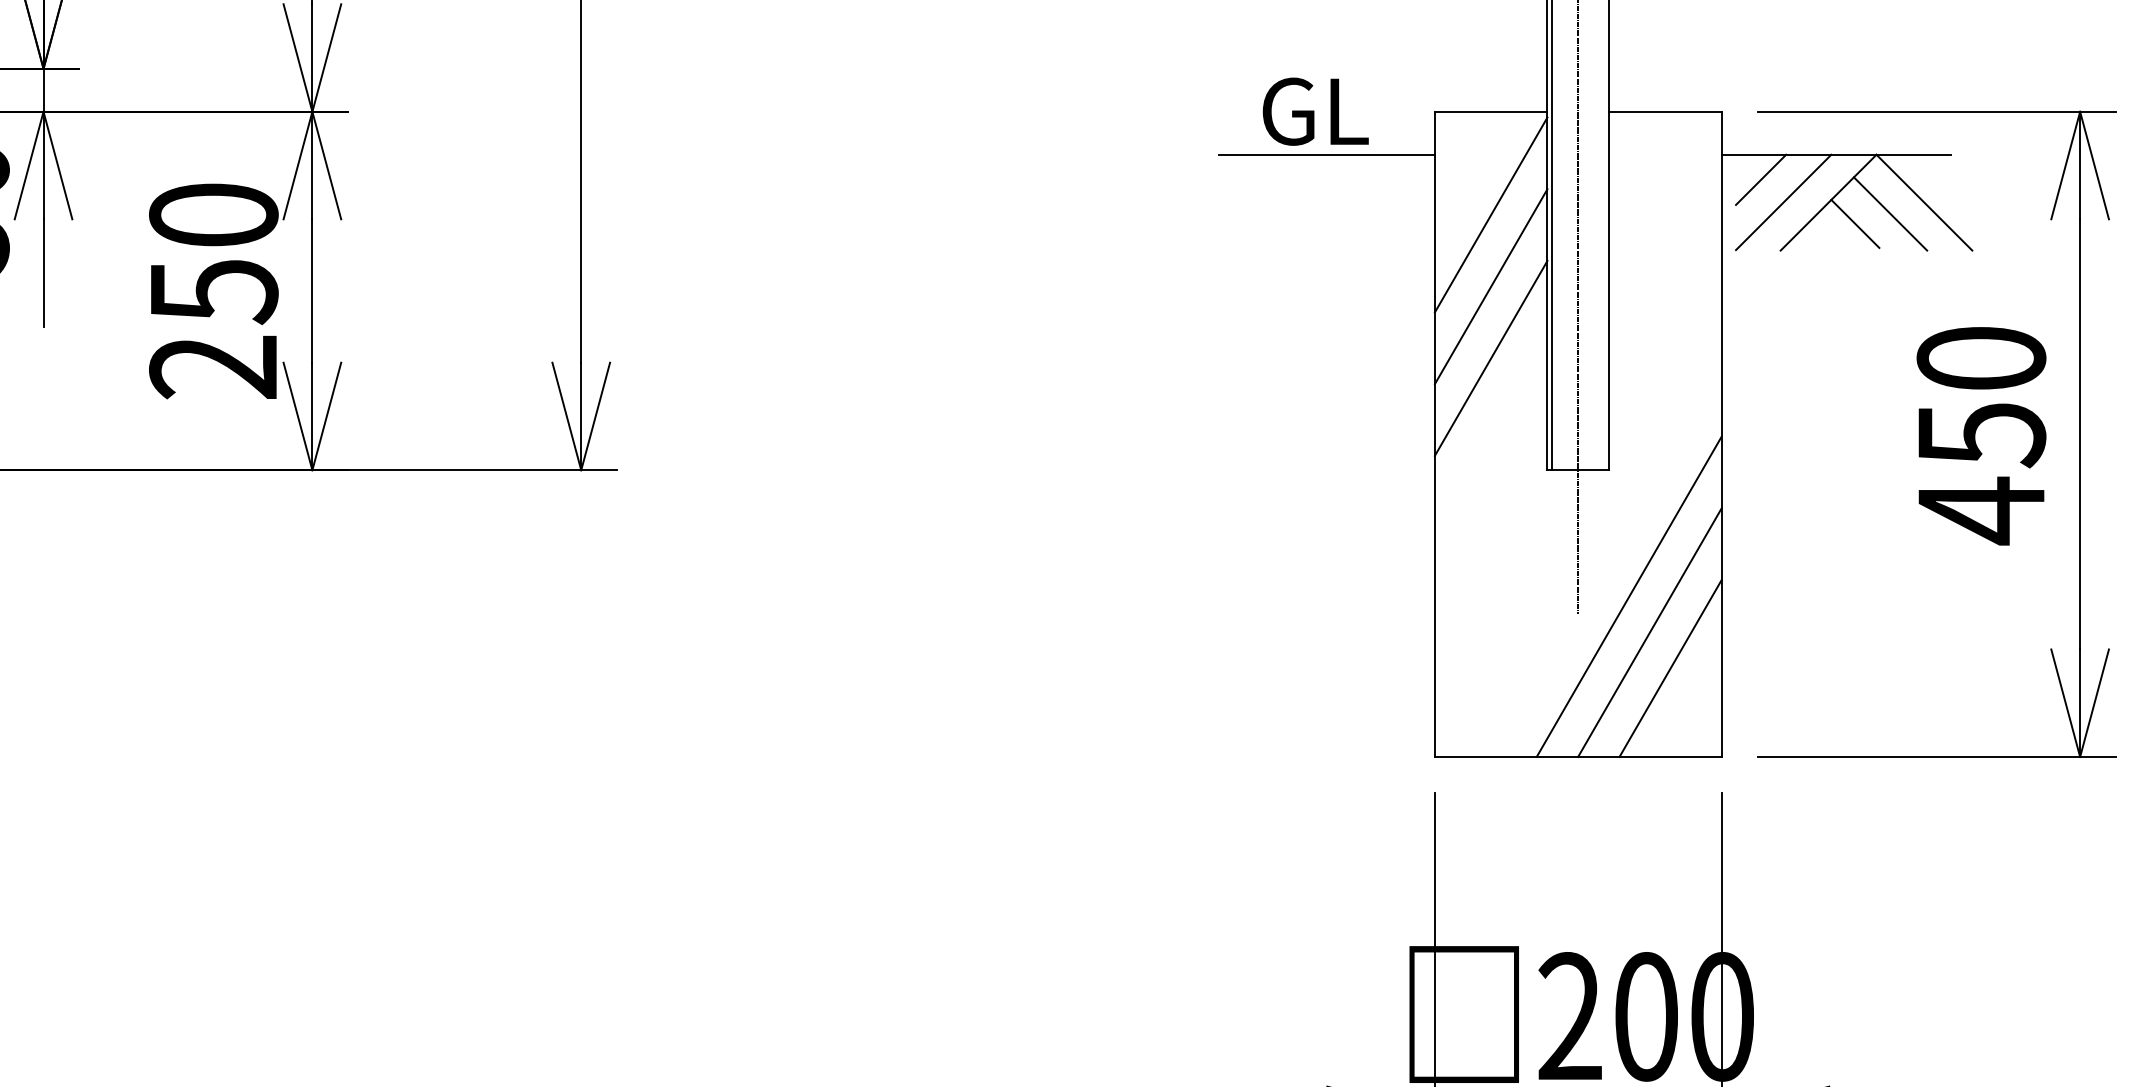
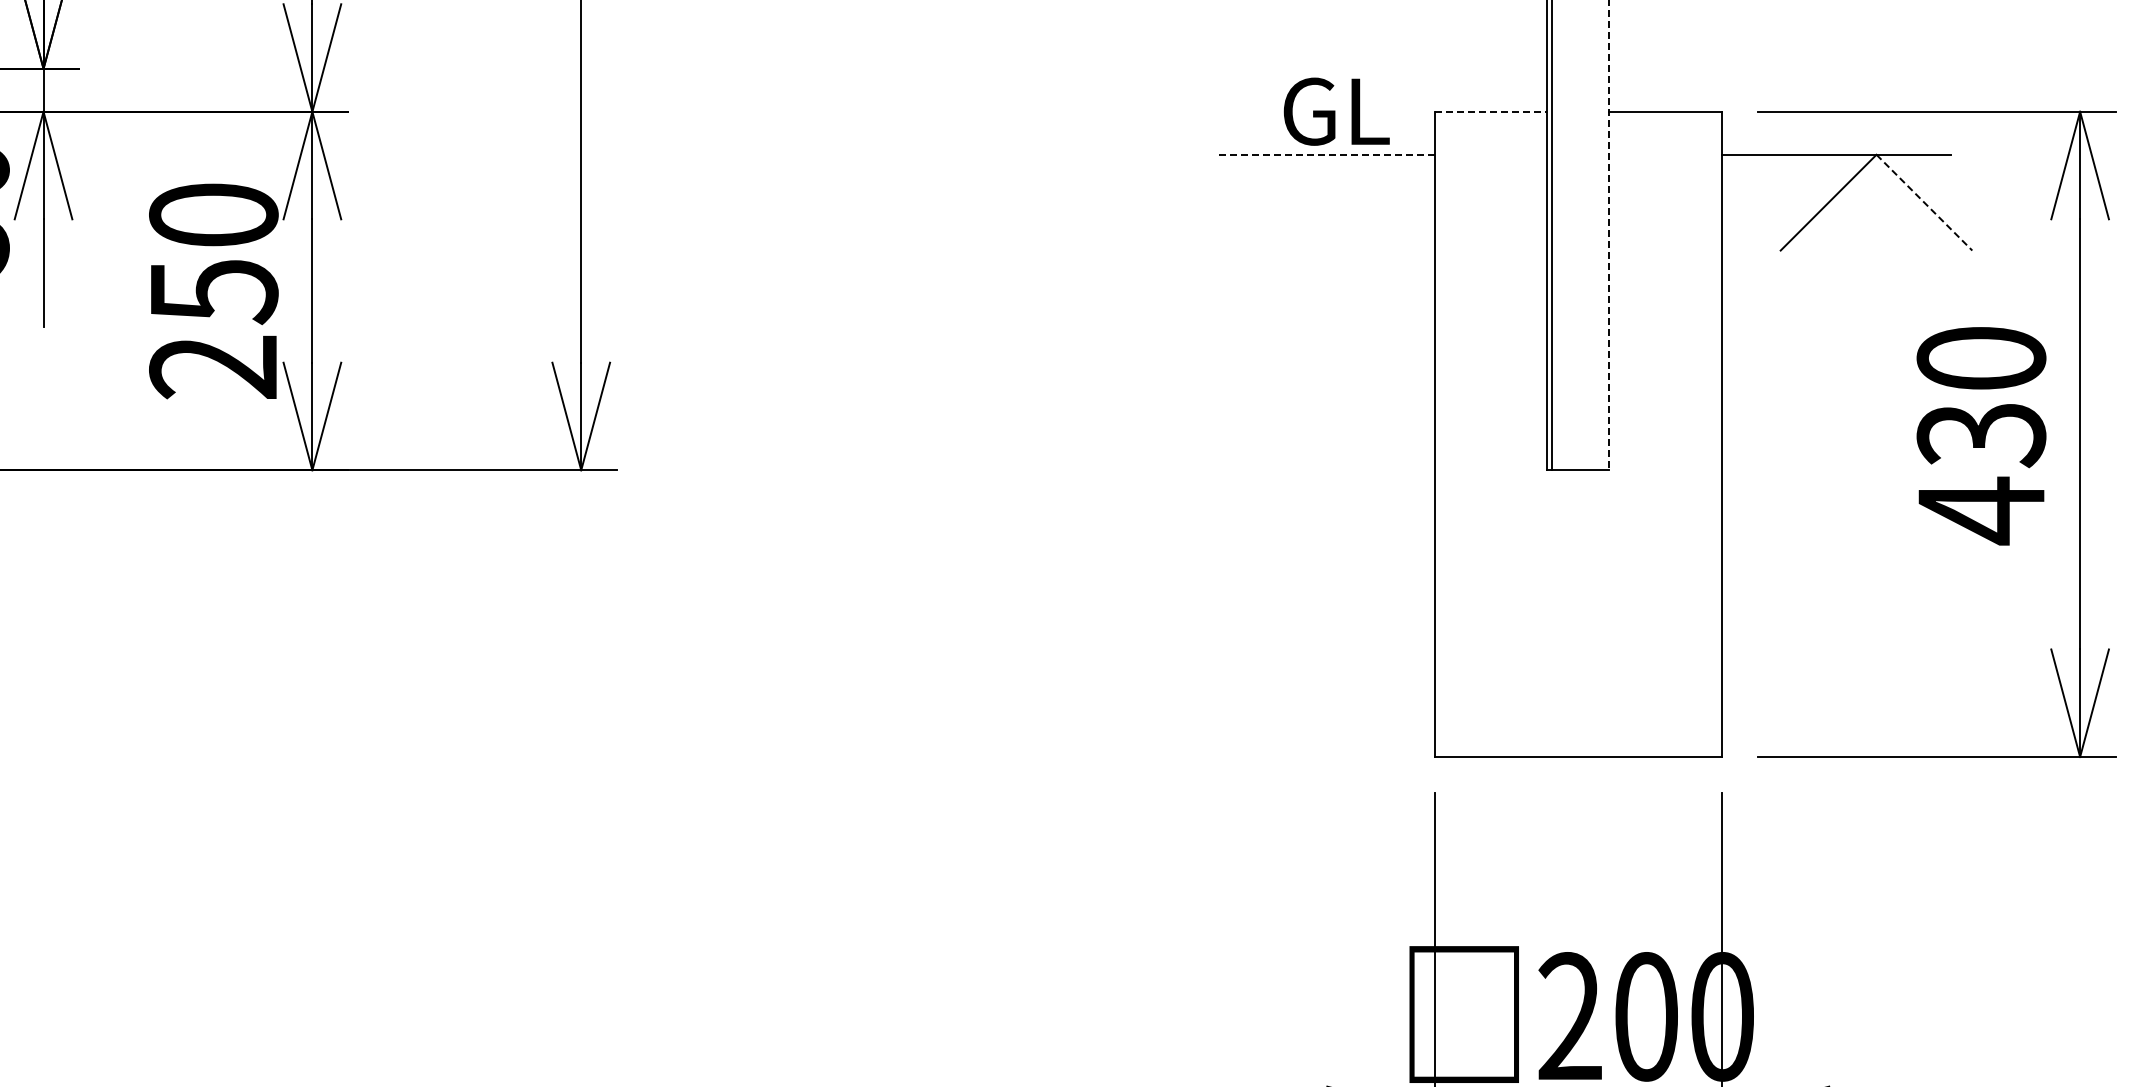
text at (1315, 111) position: (1315, 111) -> (1336, 111)
line at (1491, 111): solid -> dashed
line at (1327, 154): solid -> dashed
line at (1761, 179): present -> none
line at (1783, 202): present -> none
line at (1924, 202): solid -> dashed
line at (1890, 213): present -> none
line at (1490, 214): present -> none
line at (1855, 223): present -> none
line at (1609, 235): solid -> dashed
line at (1490, 286): present -> none
line at (1578, 307): present -> none
line at (1490, 357): present -> none
text at (1981, 435): 450 -> 430
line at (1628, 596): present -> none
line at (1649, 632): present -> none
line at (1670, 668): present -> none
